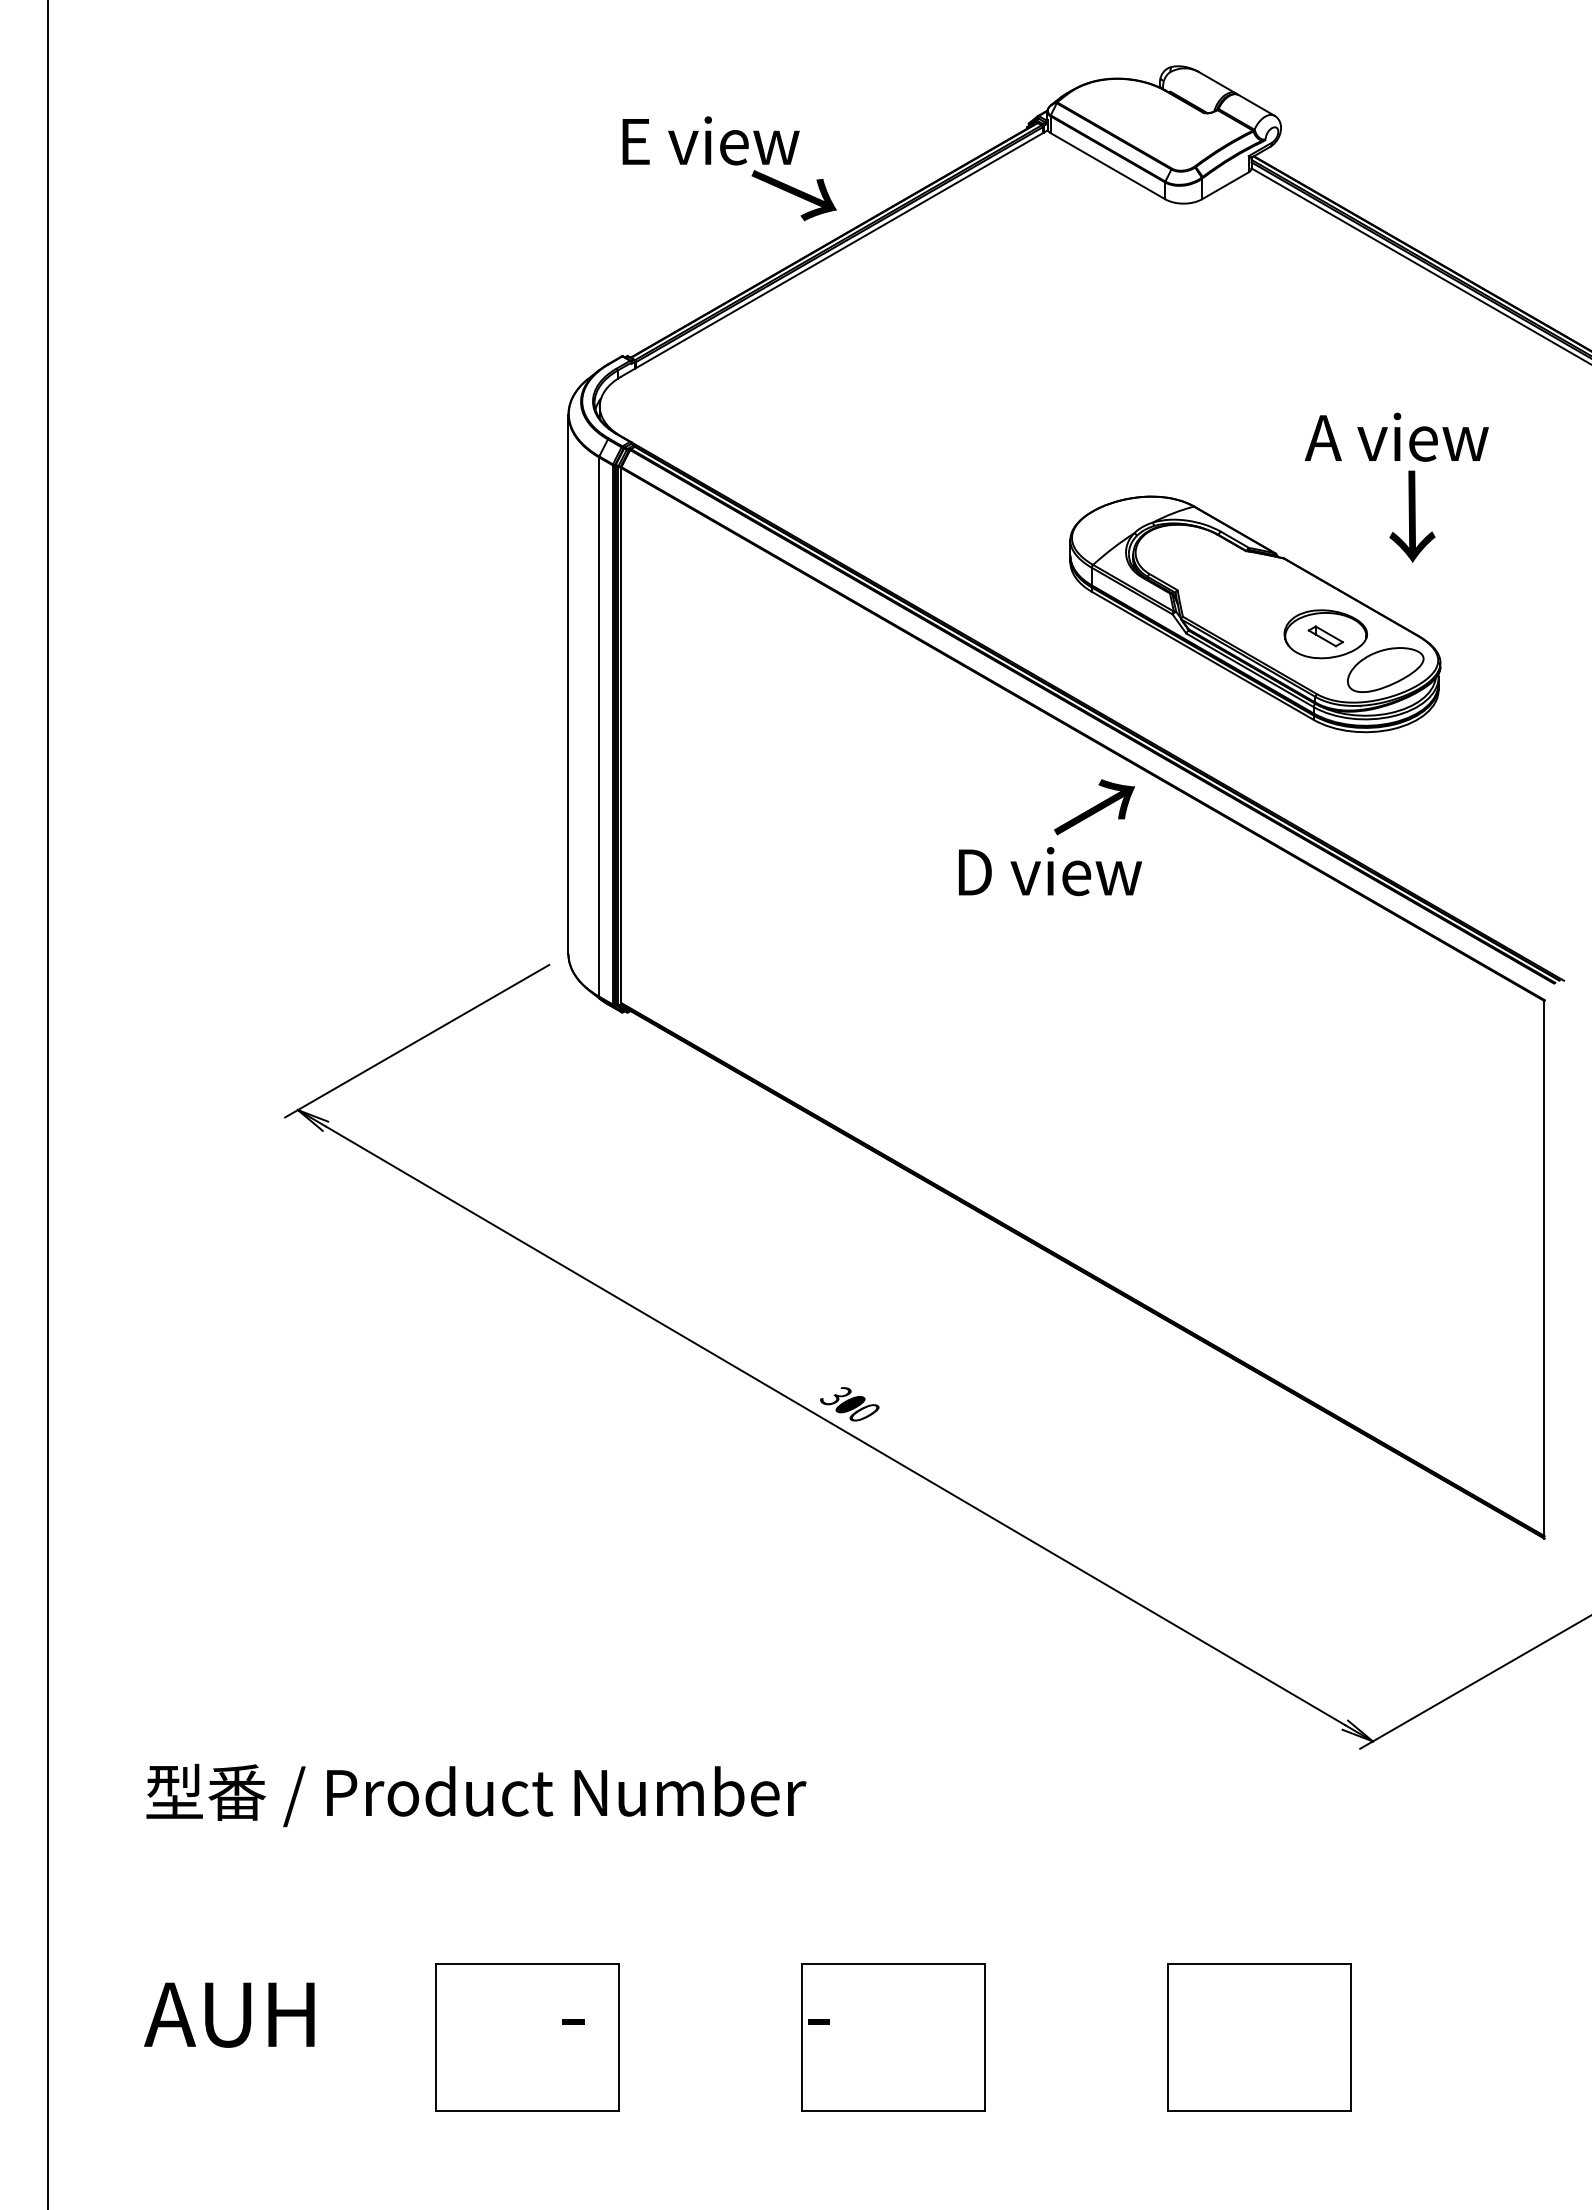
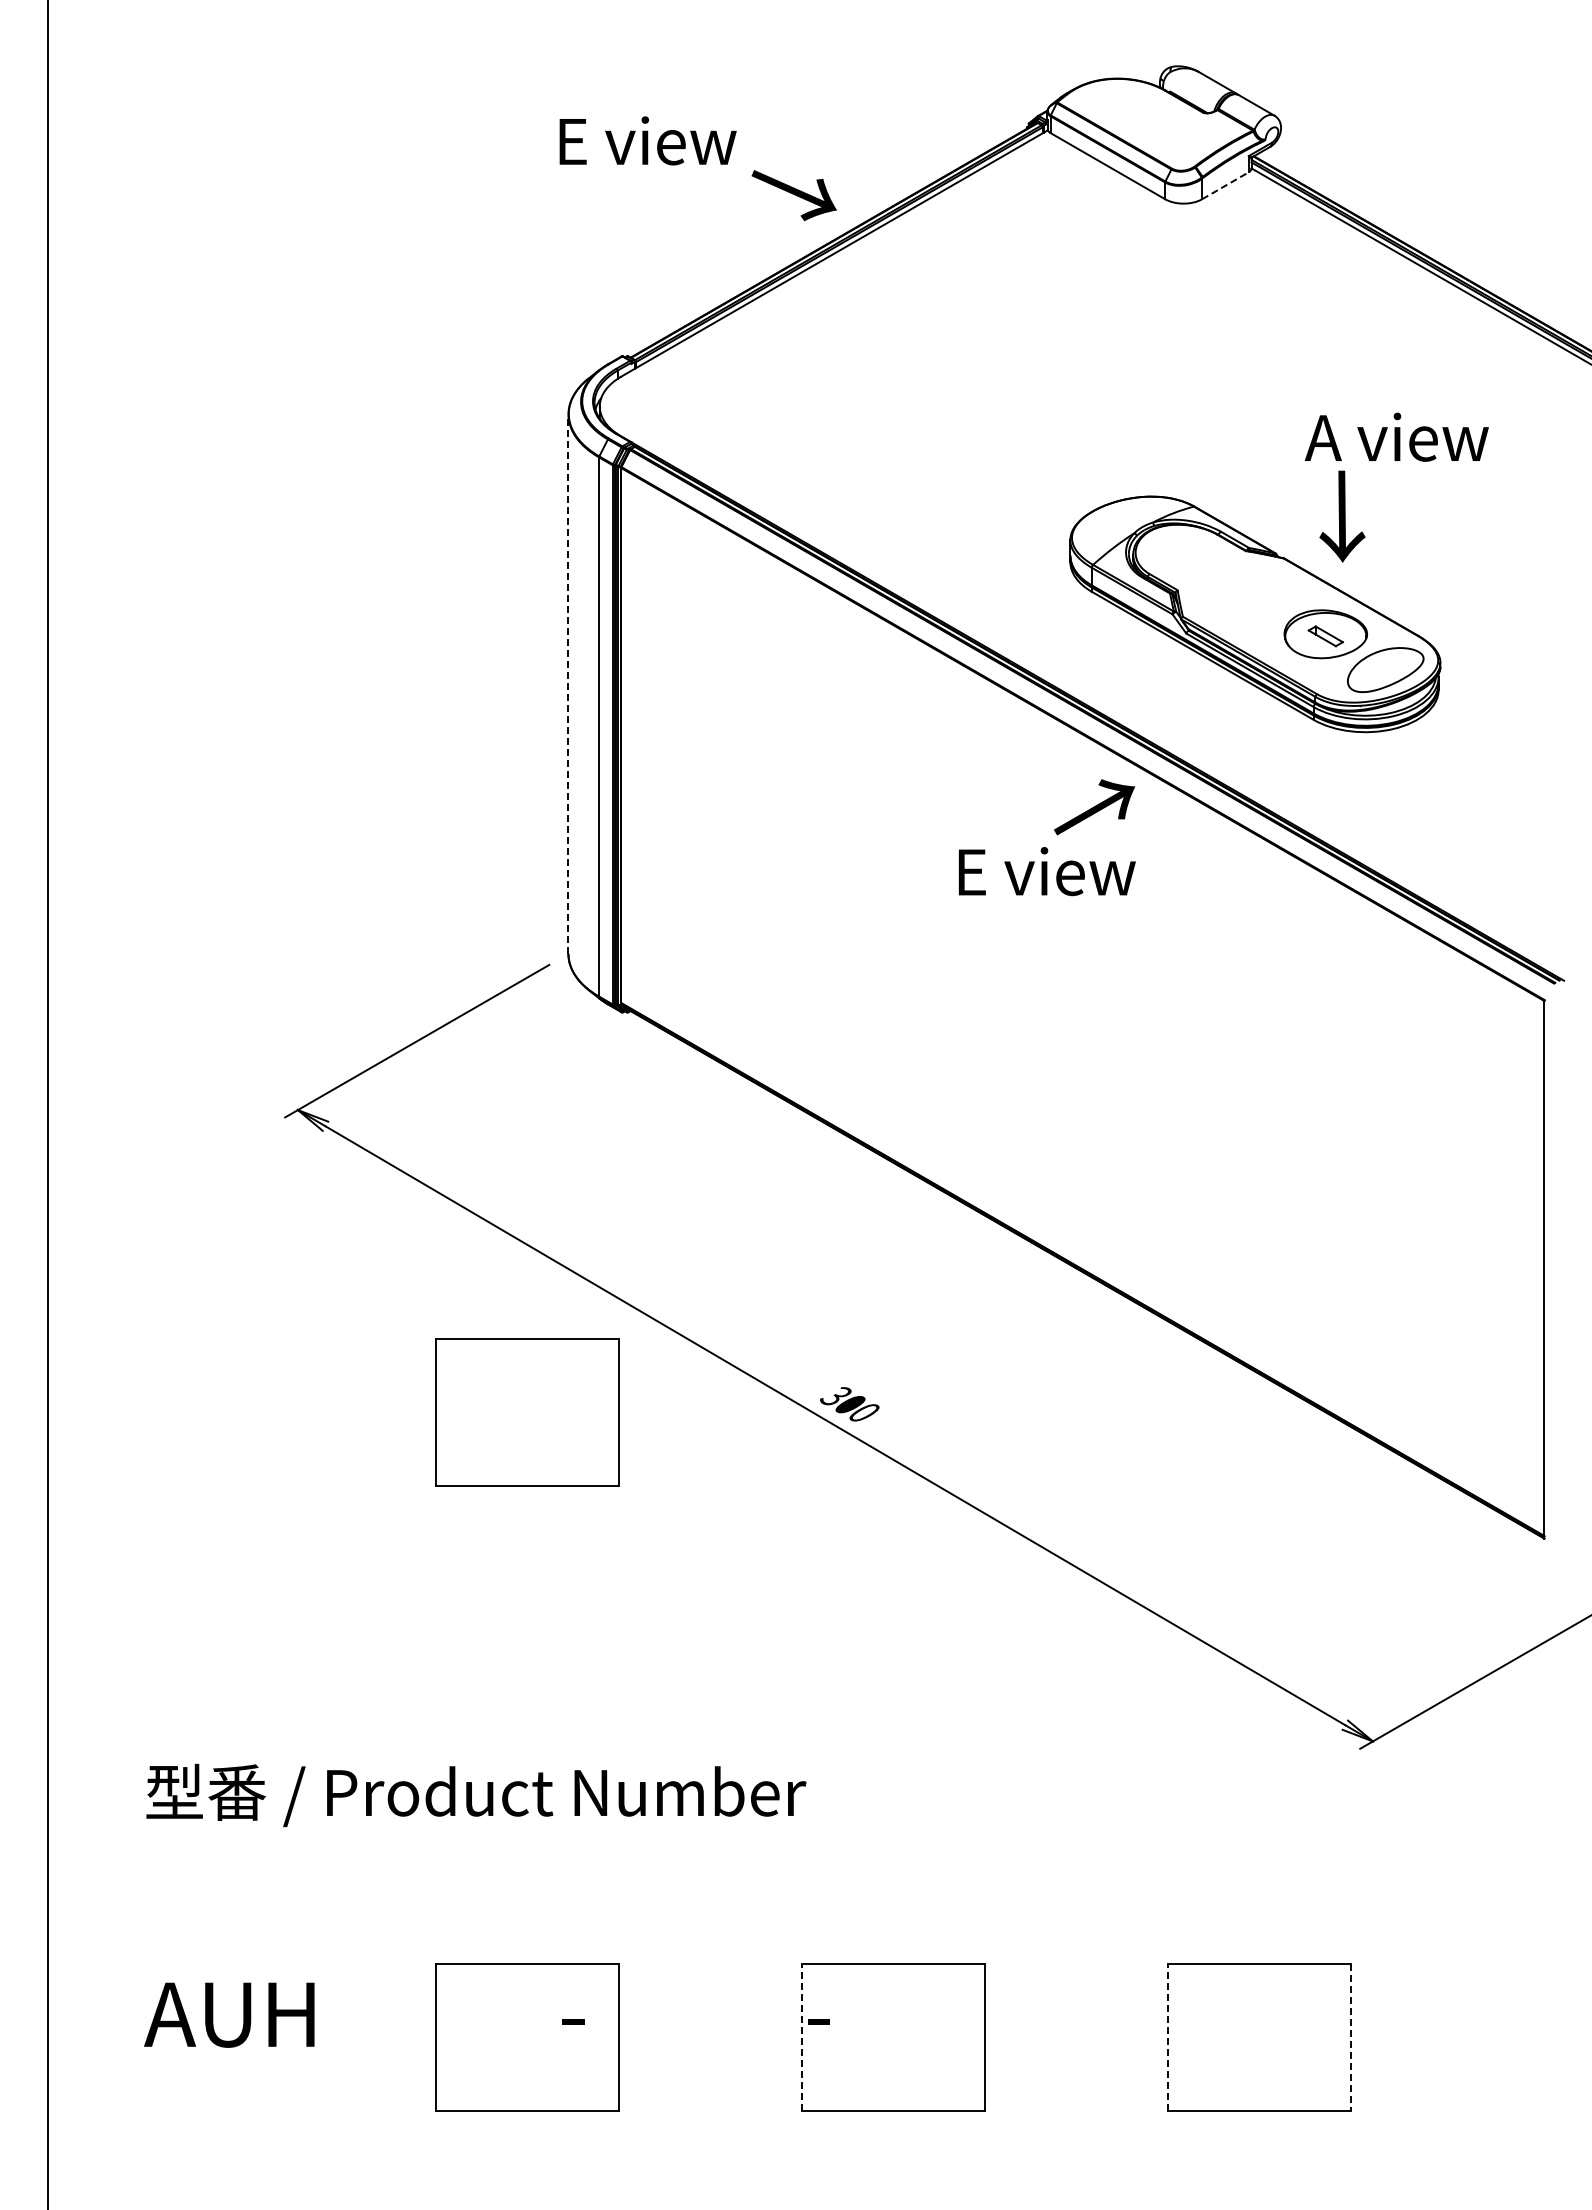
text at (710, 140) position: (710, 140) -> (647, 140)
line at (1225, 185): solid -> dashed
text at (1412, 516) position: (1412, 516) -> (1342, 516)
line at (568, 684): solid -> dashed
text at (1052, 871): D view -> E view
part at (527, 1412): none -> present
line at (801, 2036): solid -> dashed
line at (1167, 2036): solid -> dashed
line at (1350, 2037): solid -> dashed
